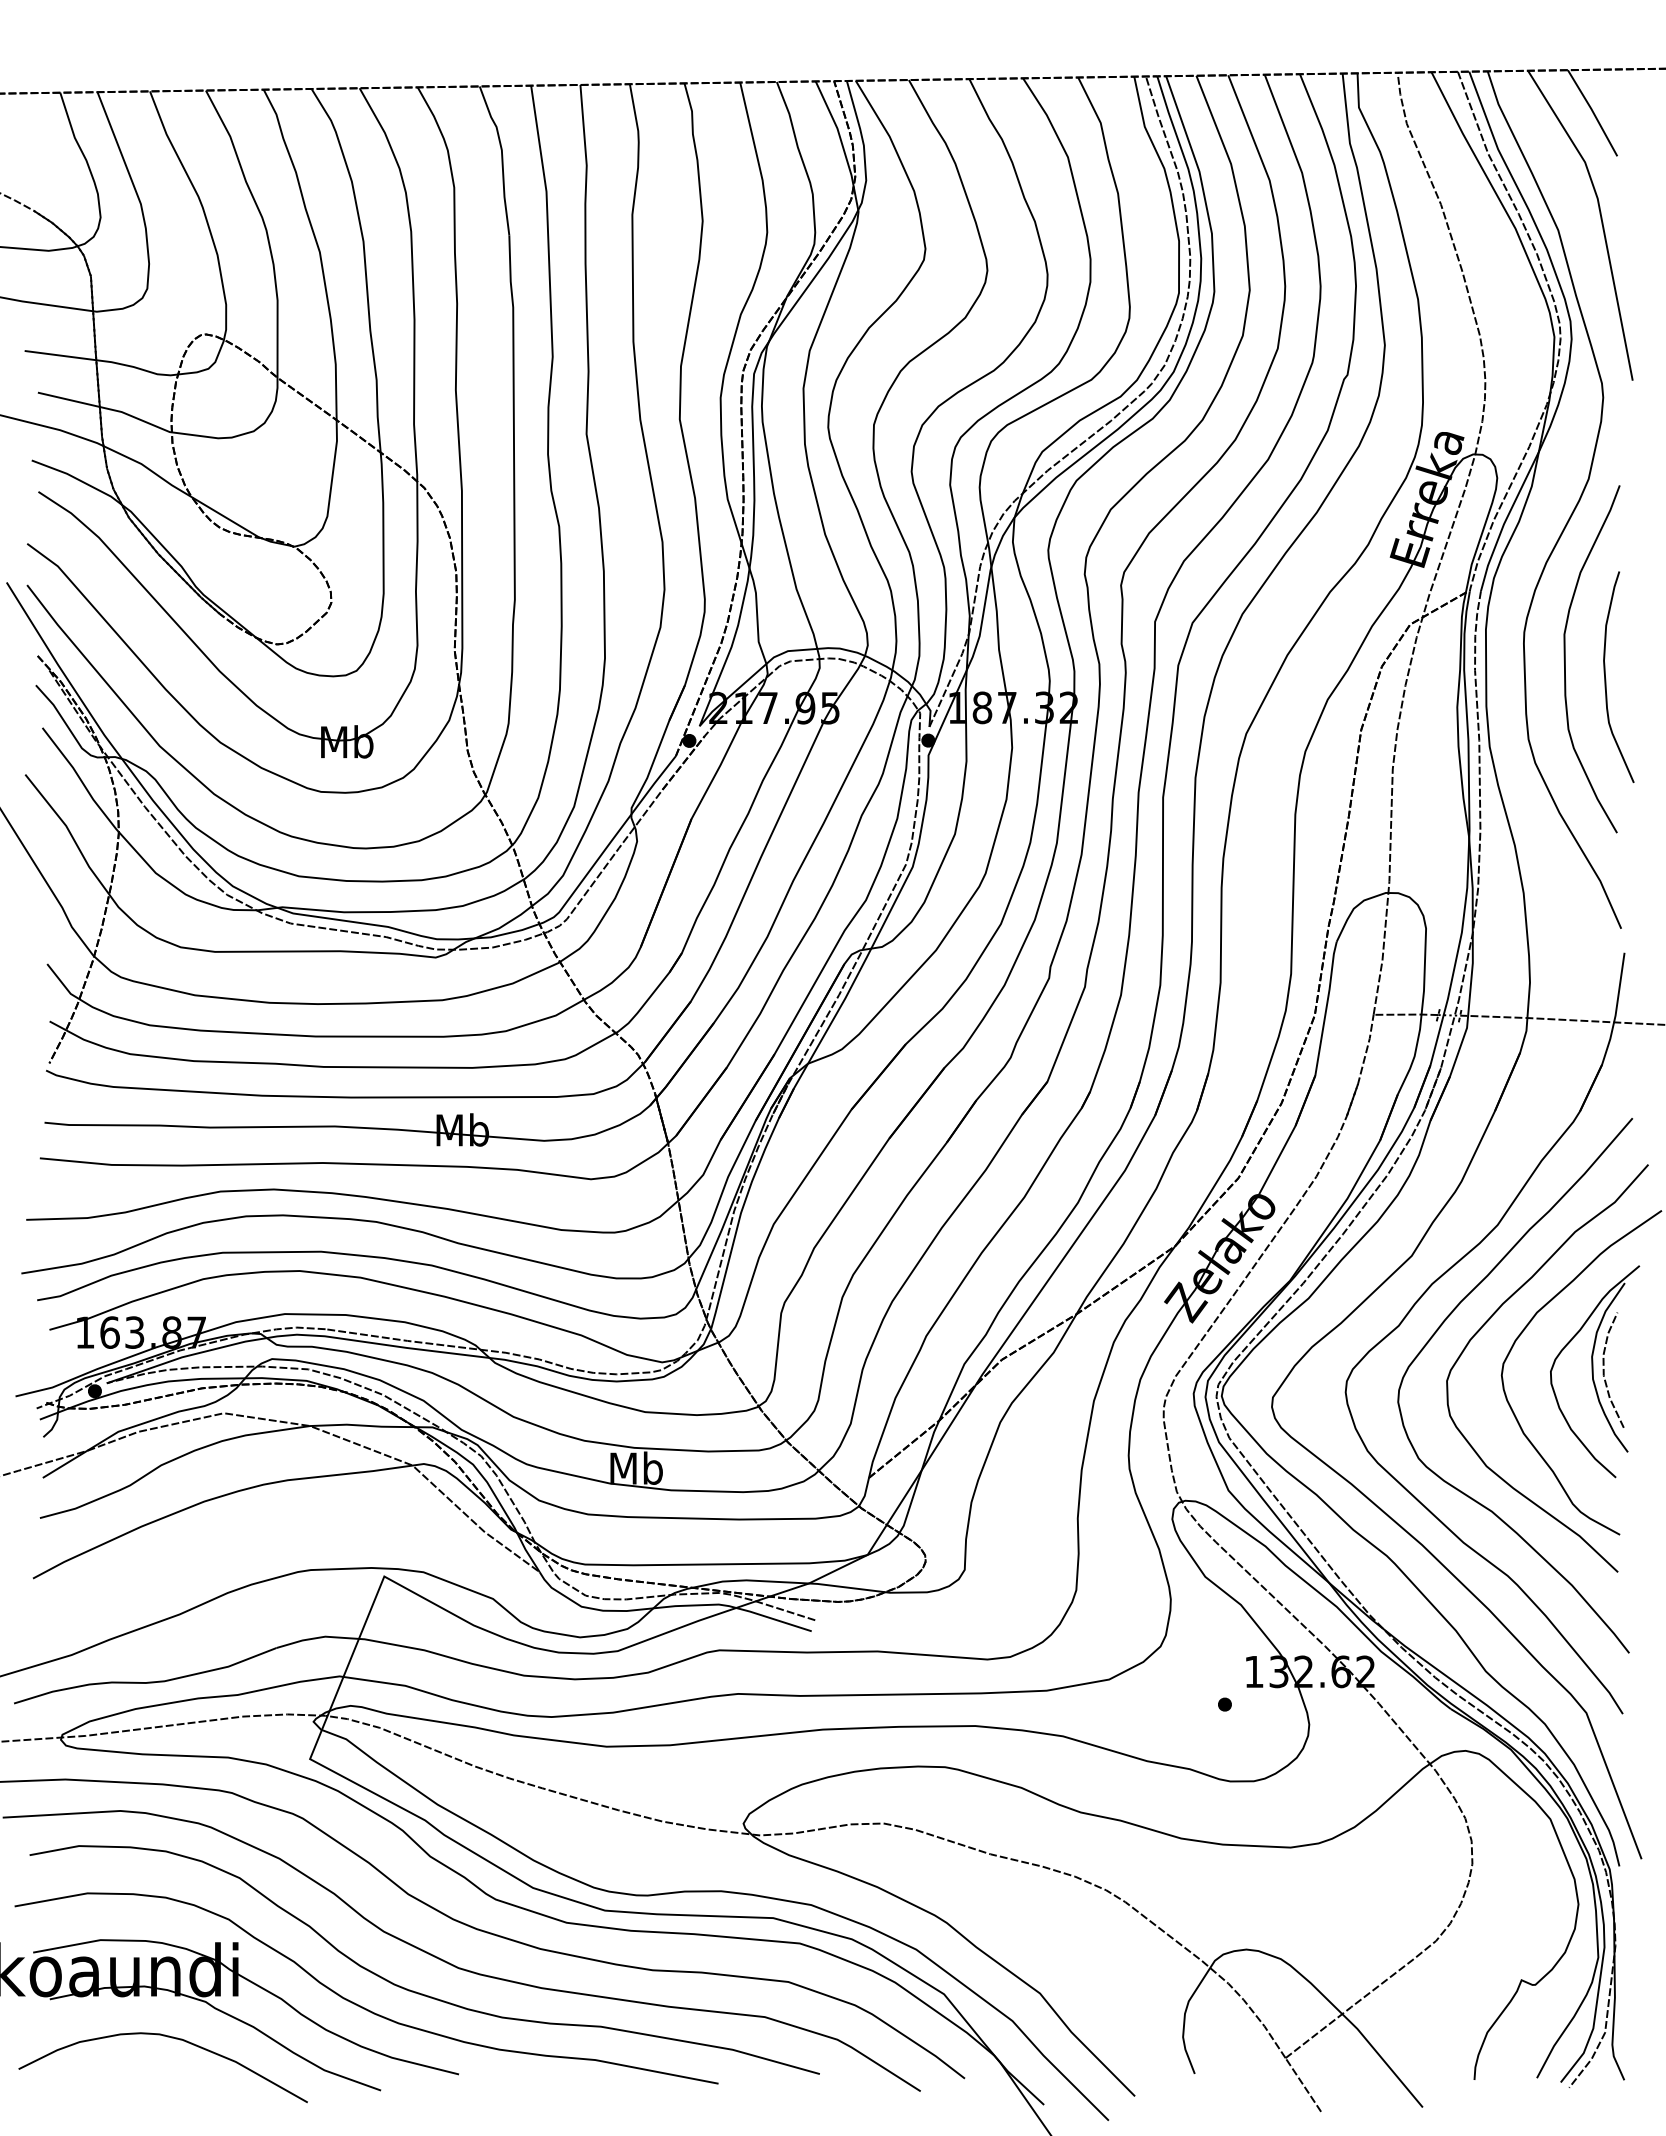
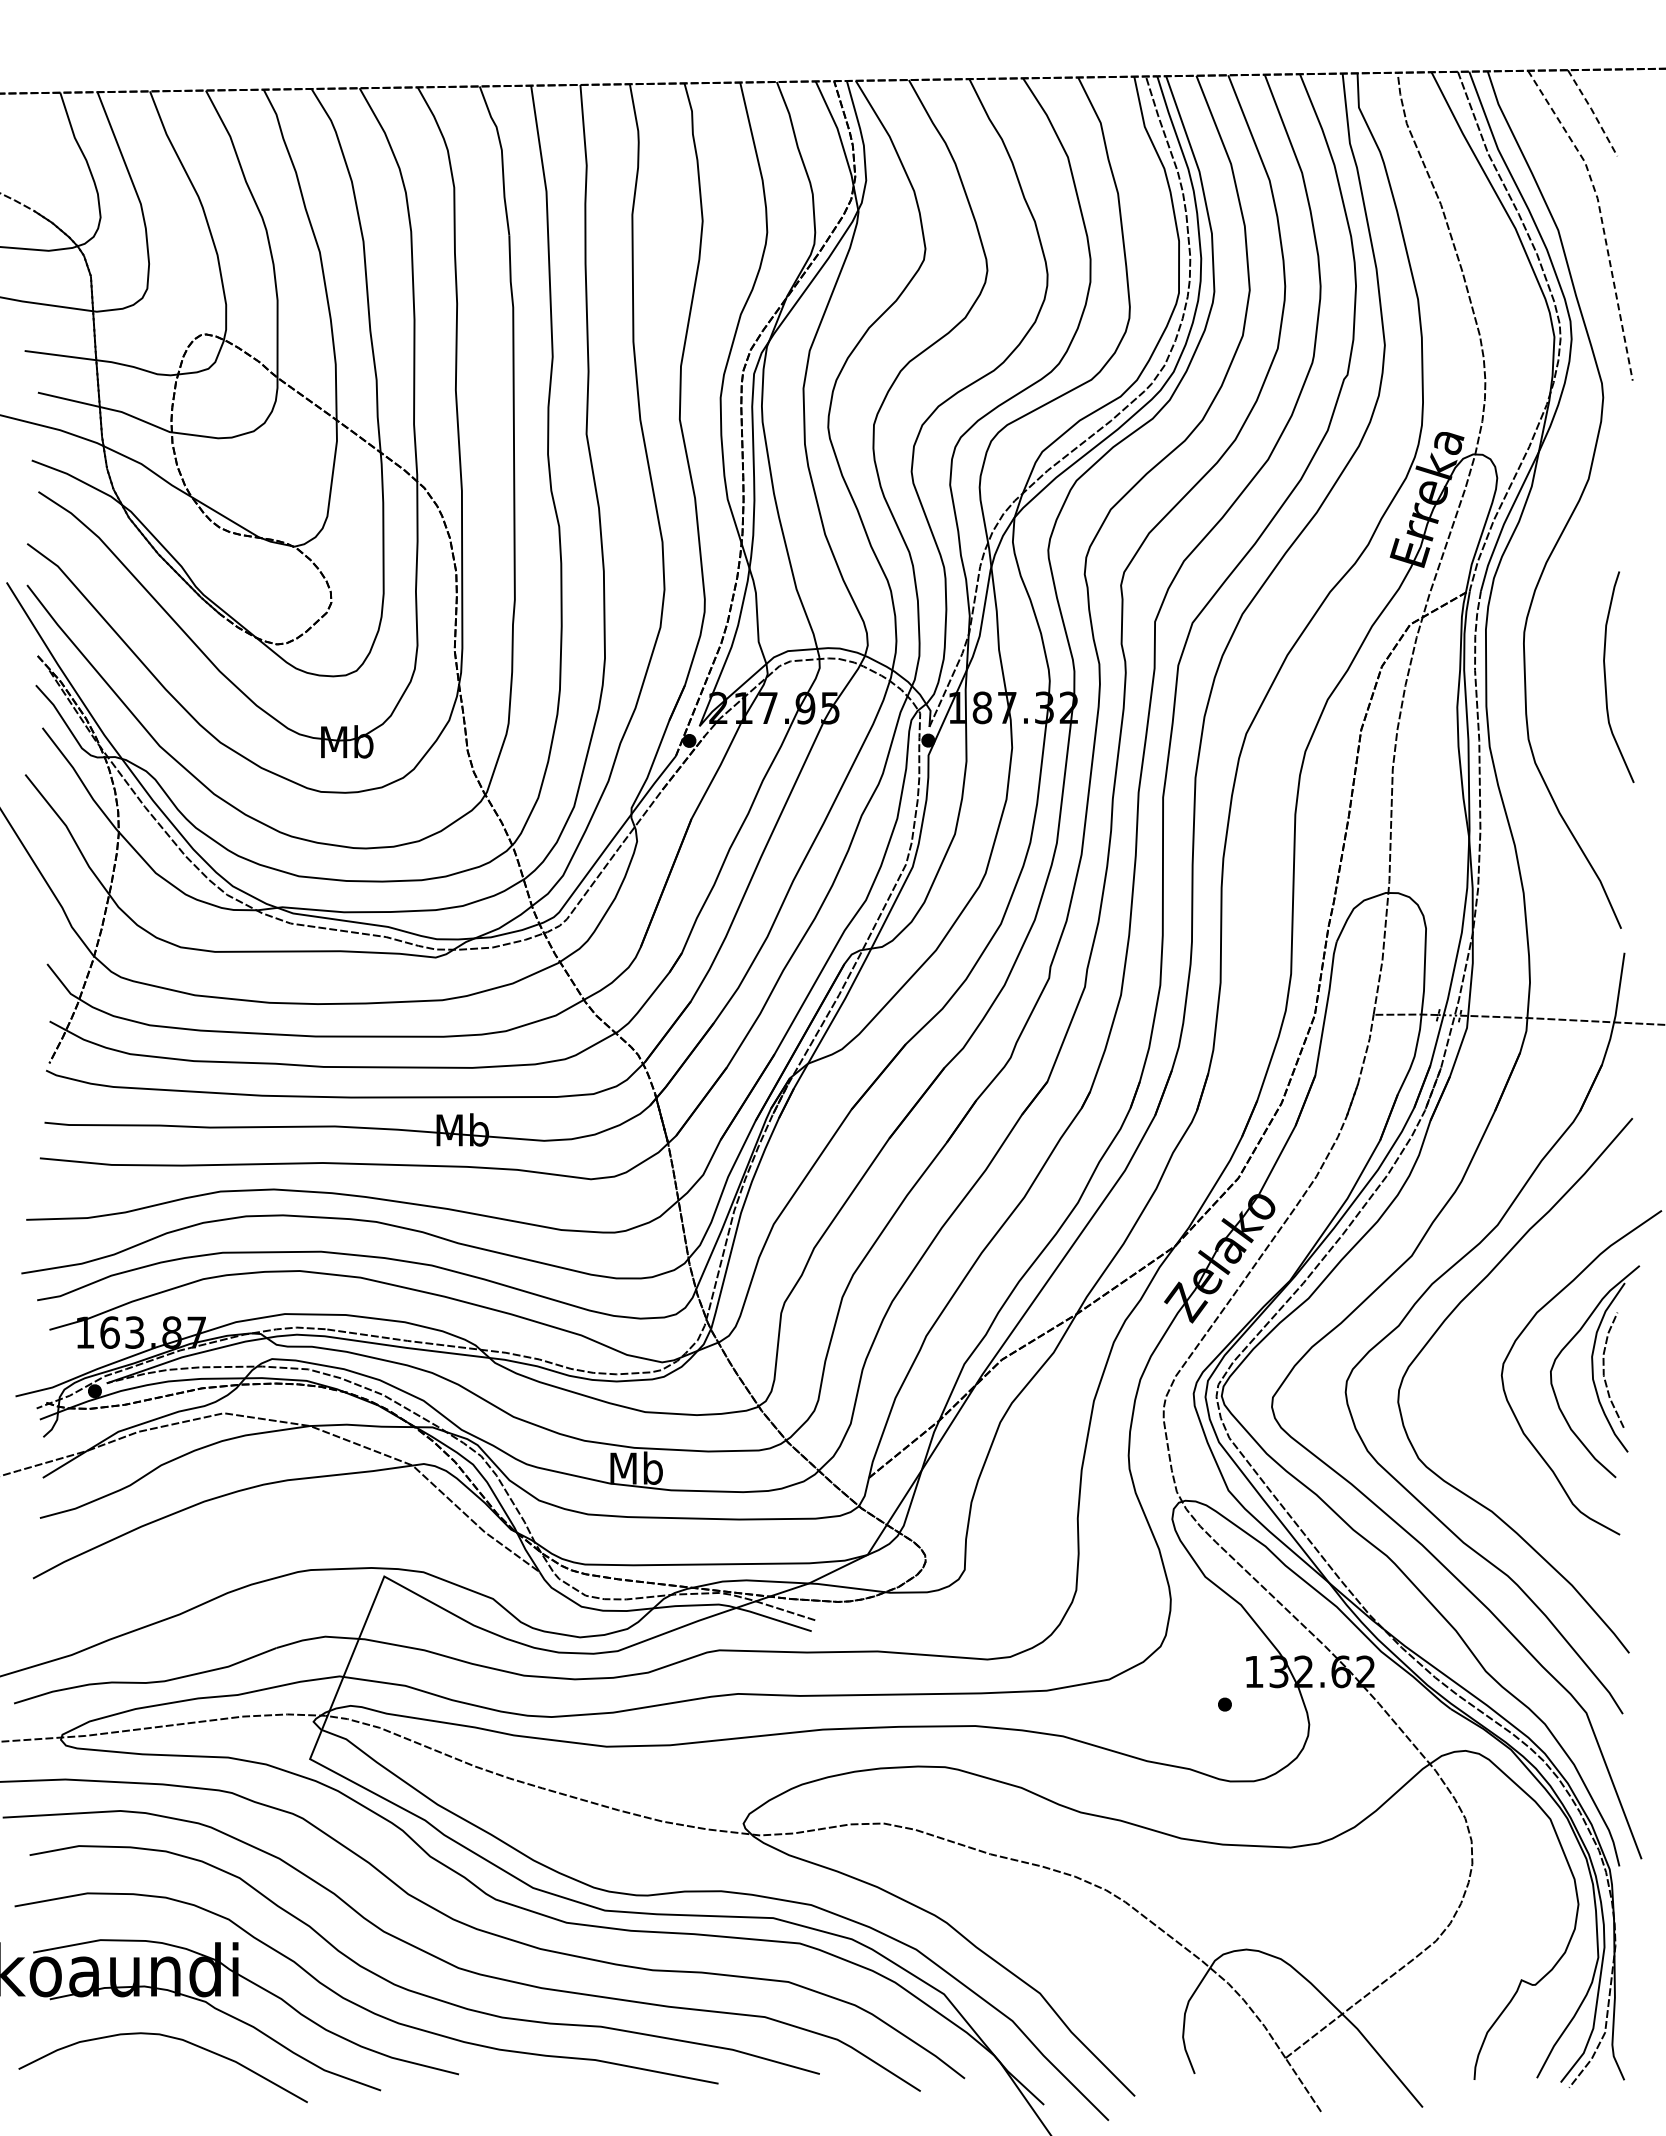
line at (1593, 112): solid -> dashed
line at (1601, 217): solid -> dashed
curve at (1565, 659): present -> none
curve at (1490, 1319): present -> none
